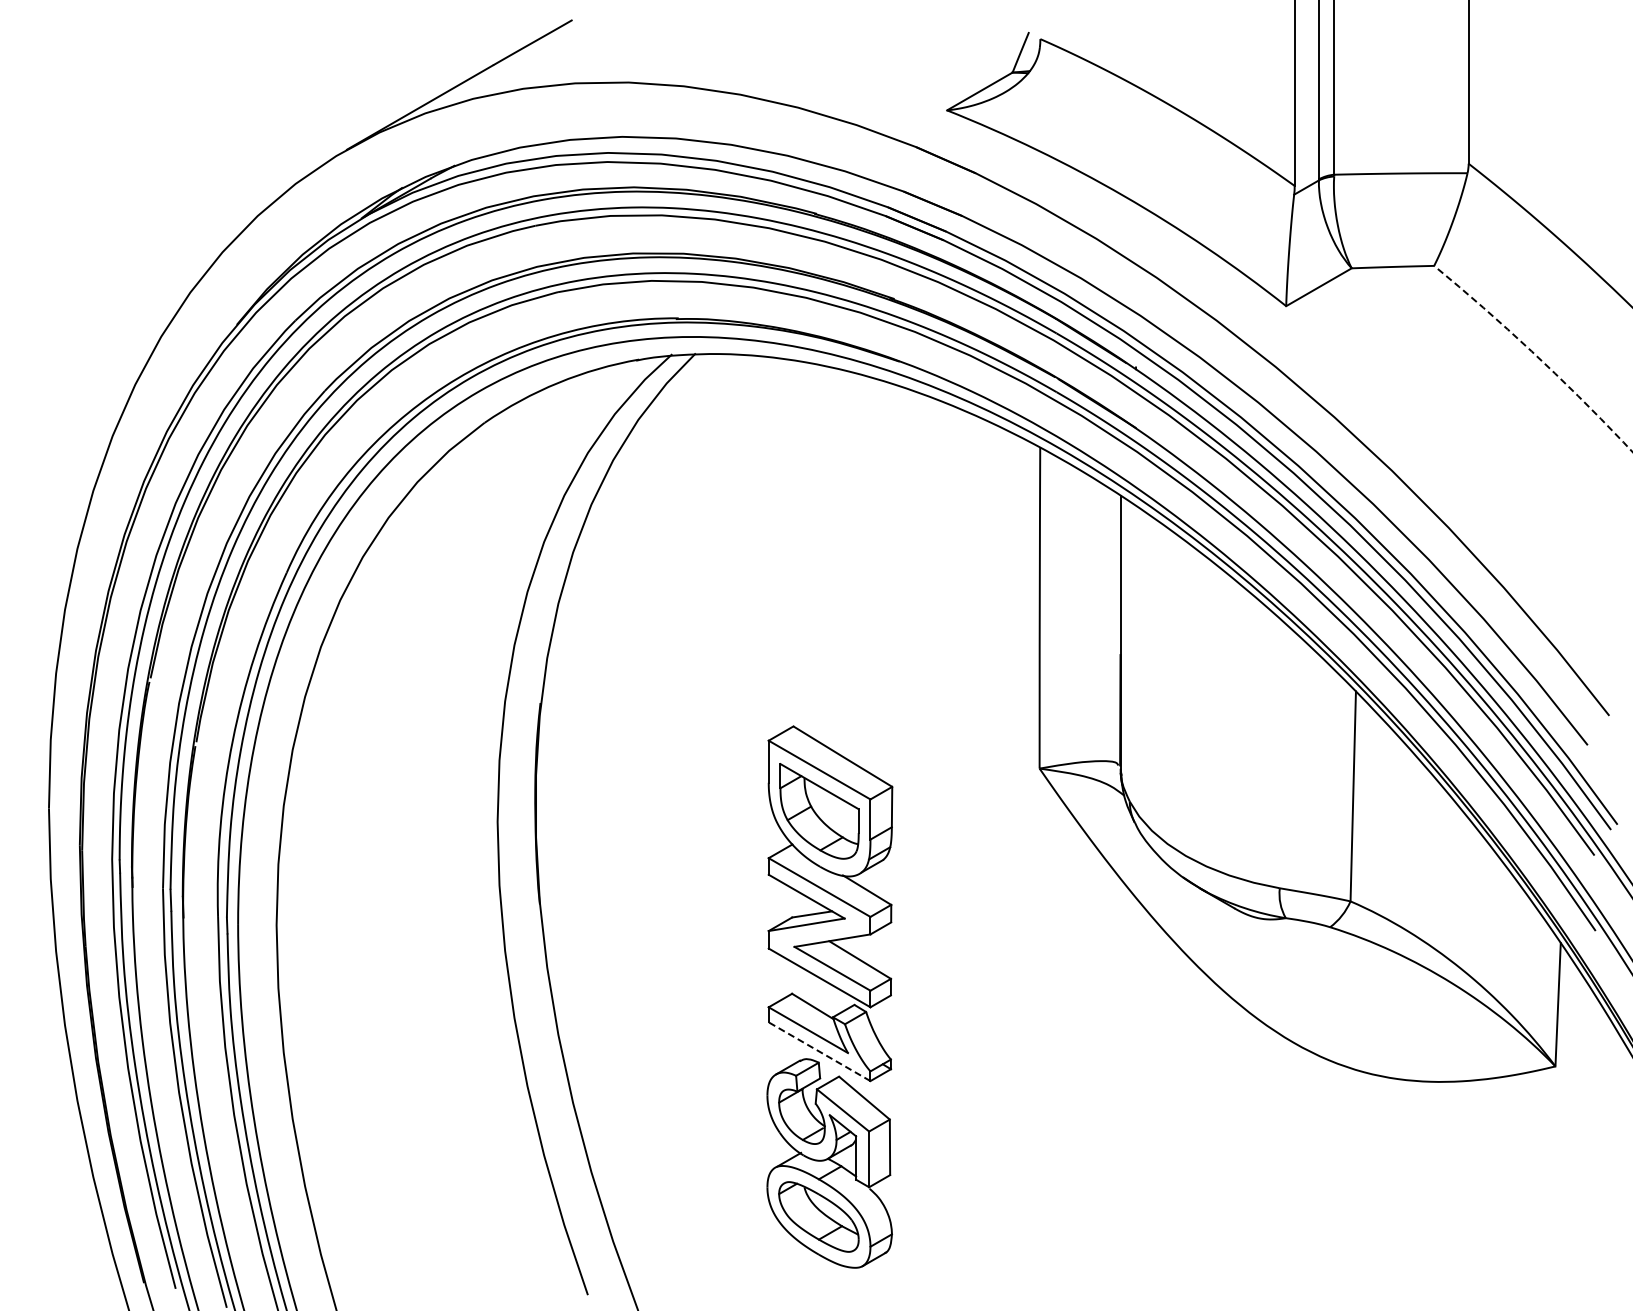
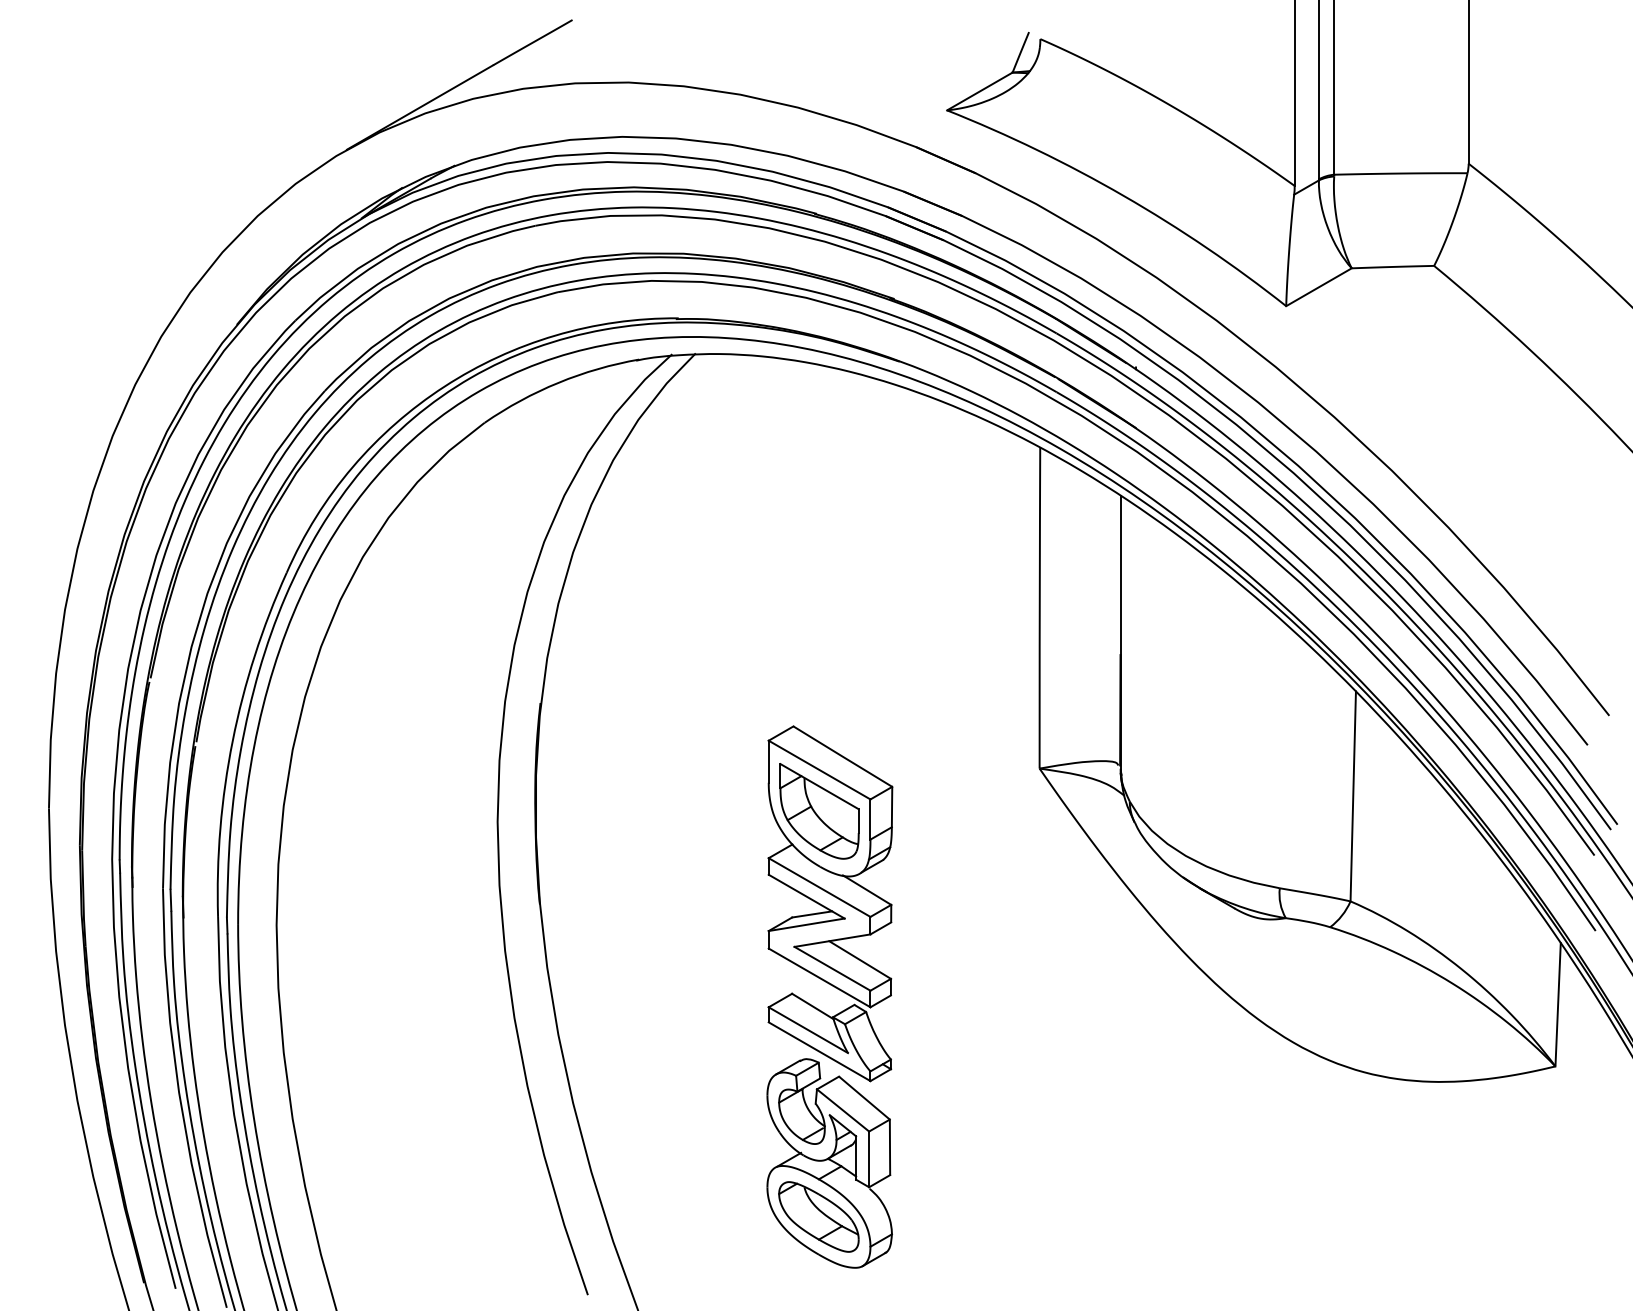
arc at (1536, 355): dashed -> solid
line at (819, 1051): dashed -> solid
